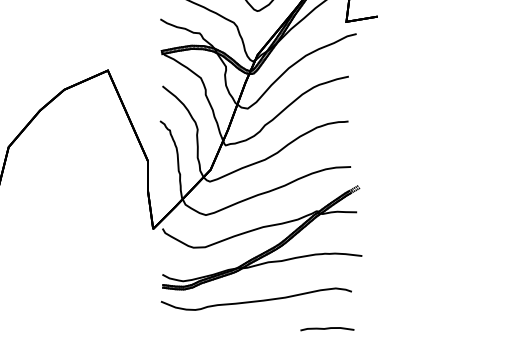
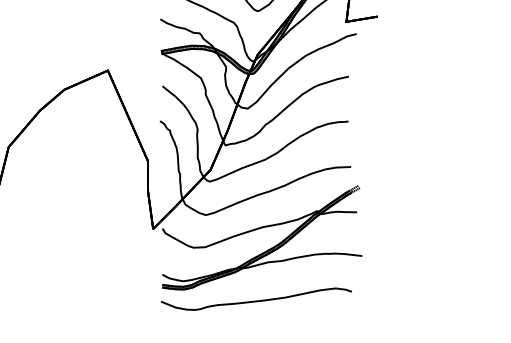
curve at (327, 329): present -> none
